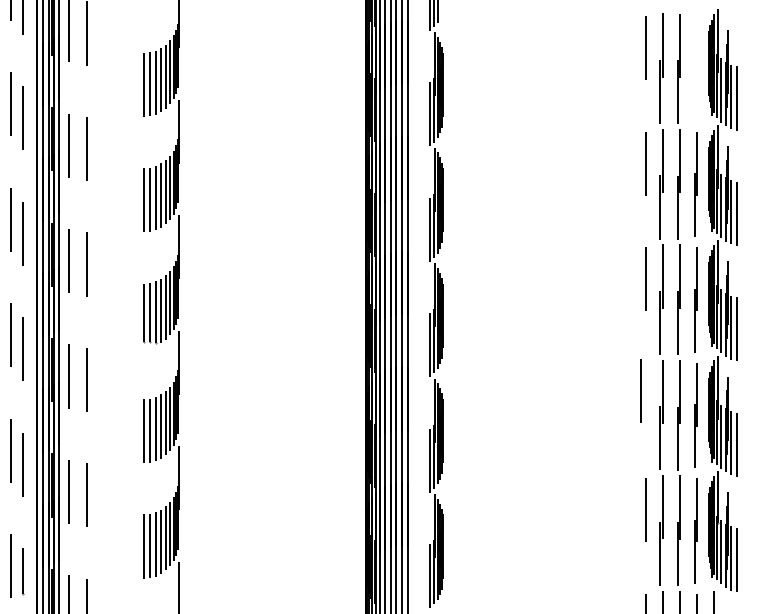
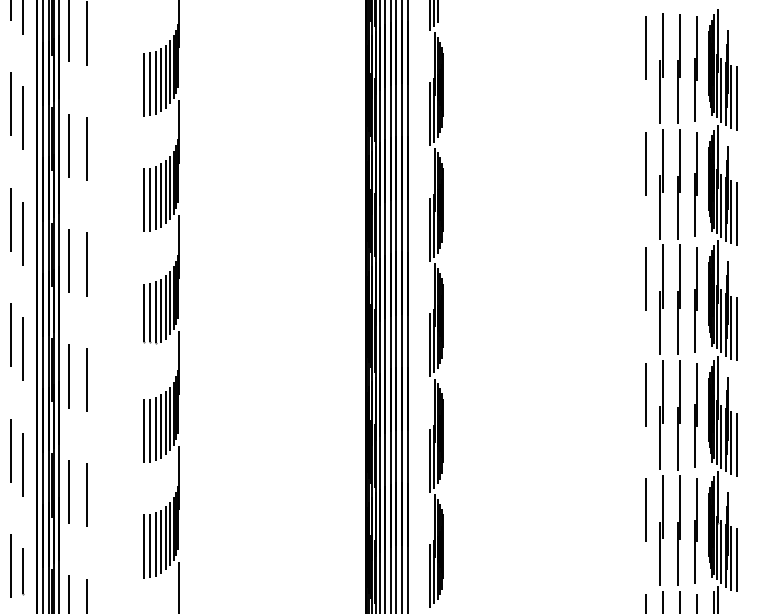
part at (695, 68): none -> present
line at (640, 390) position: (640, 390) -> (645, 394)
line at (717, 598): none -> present
